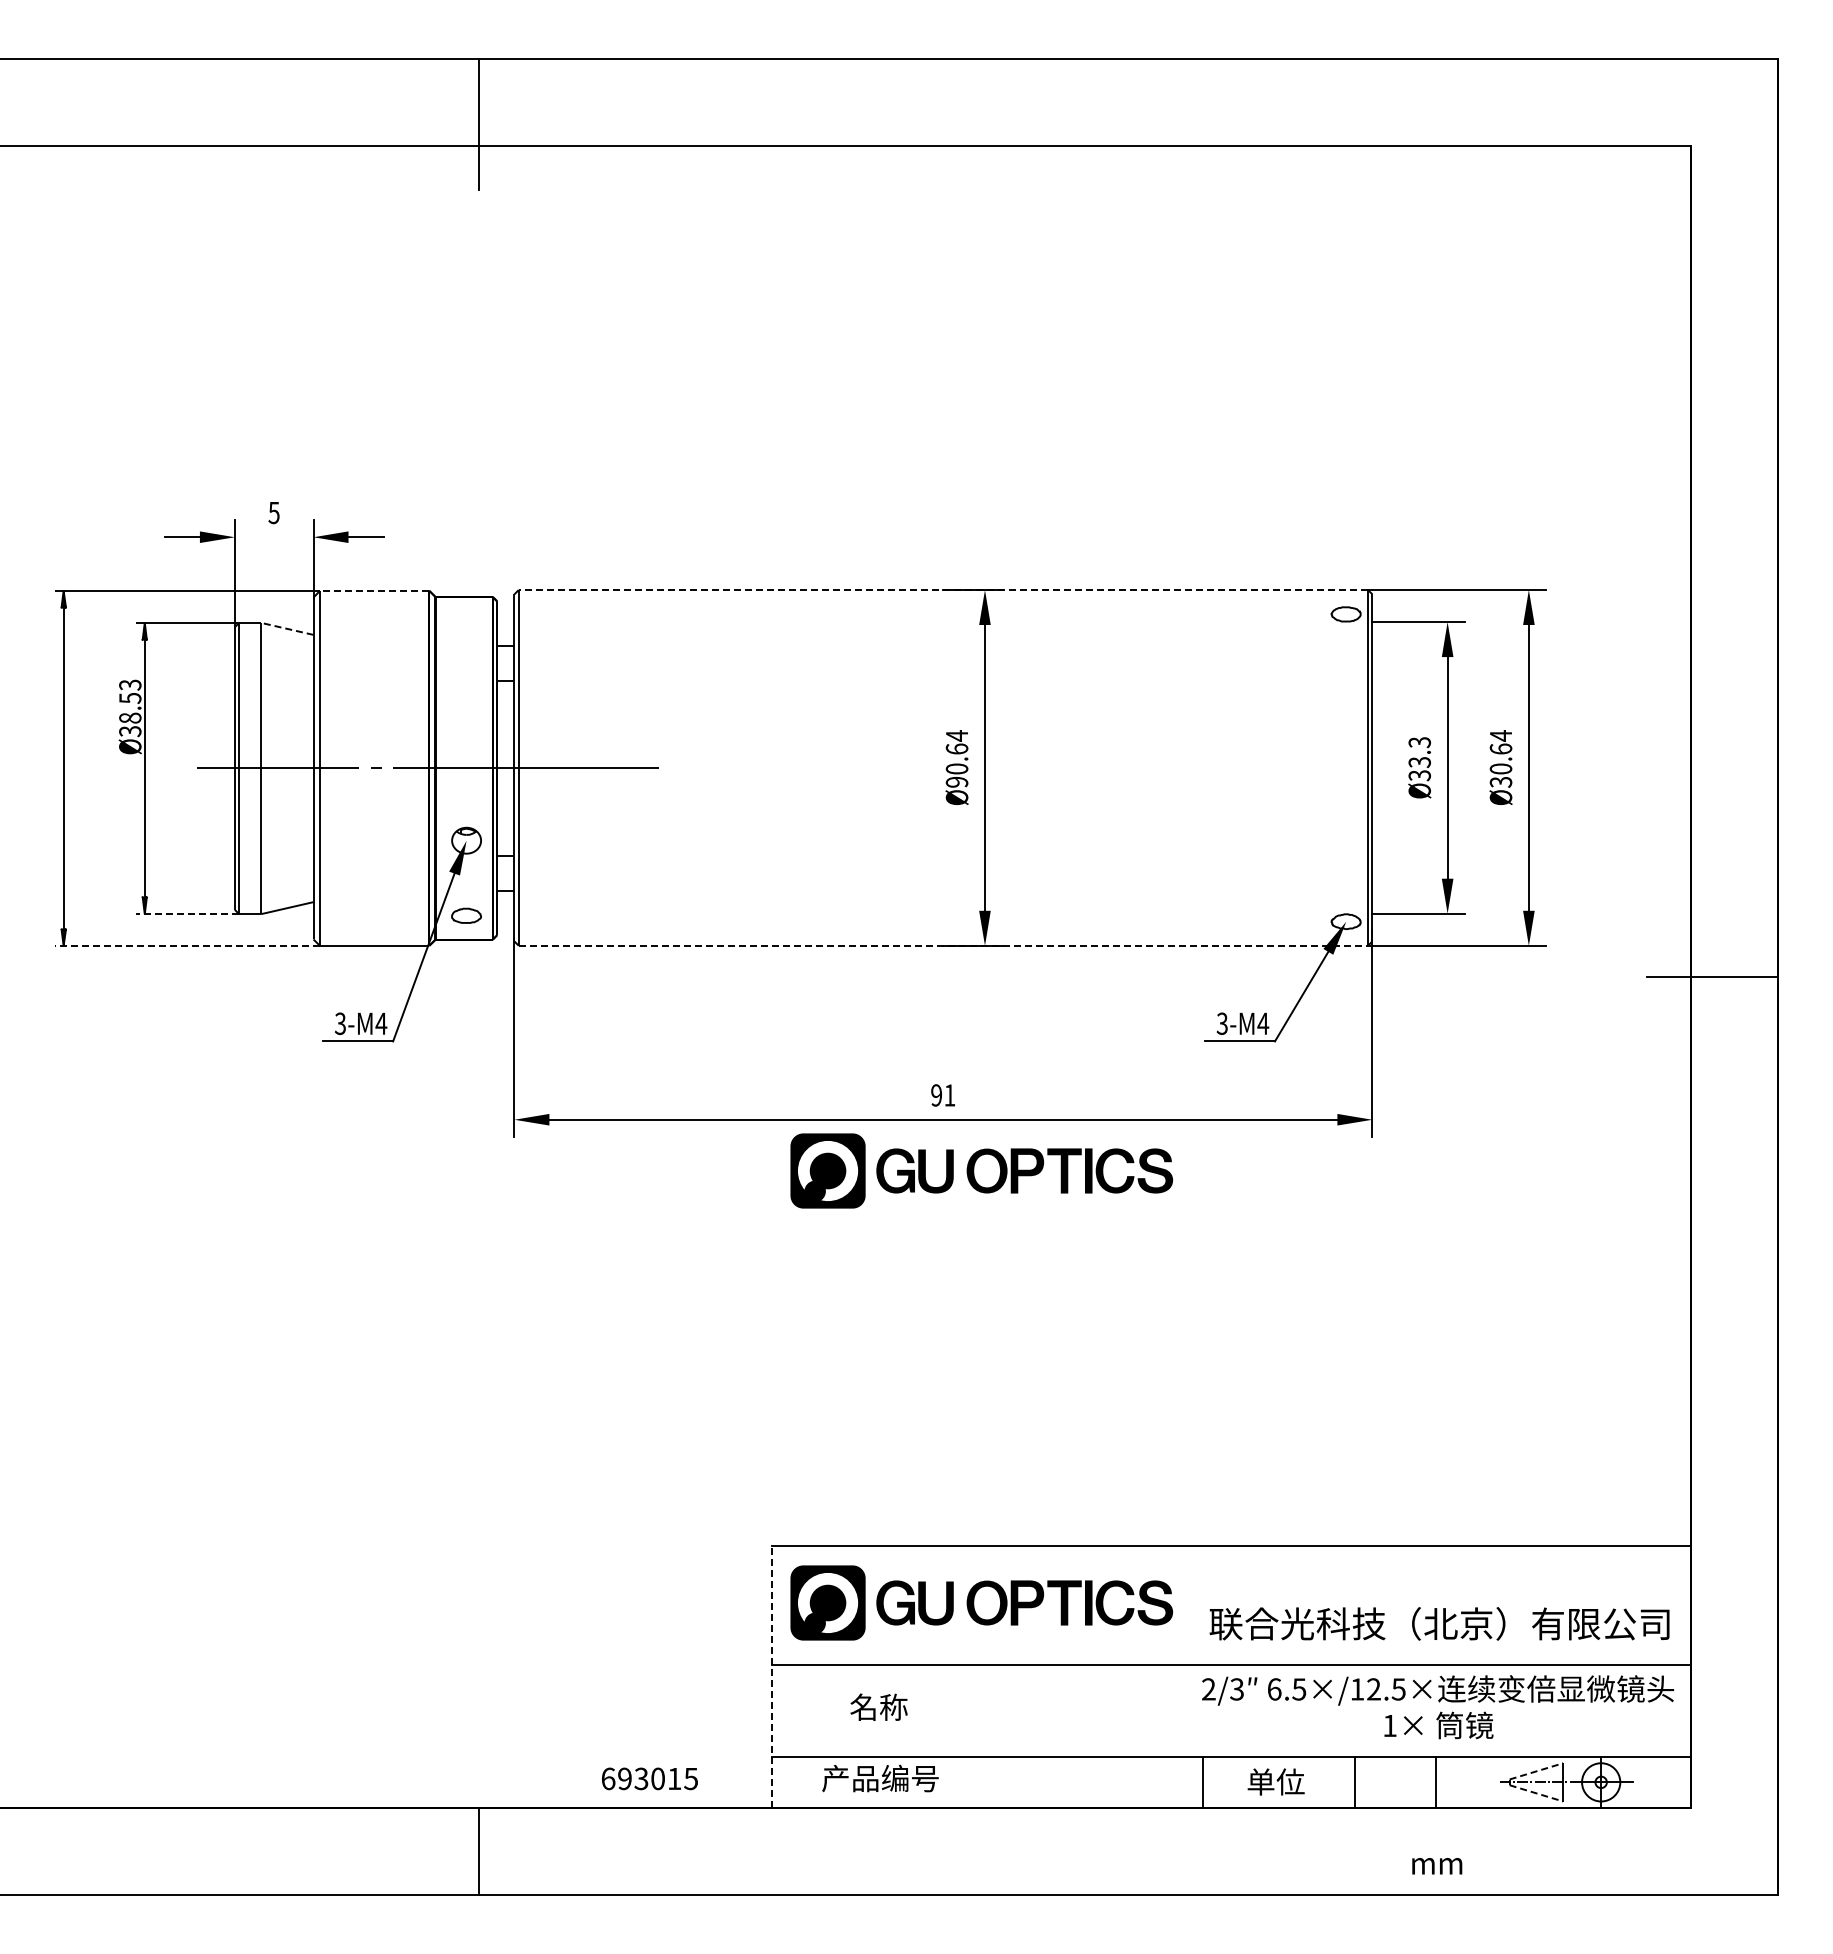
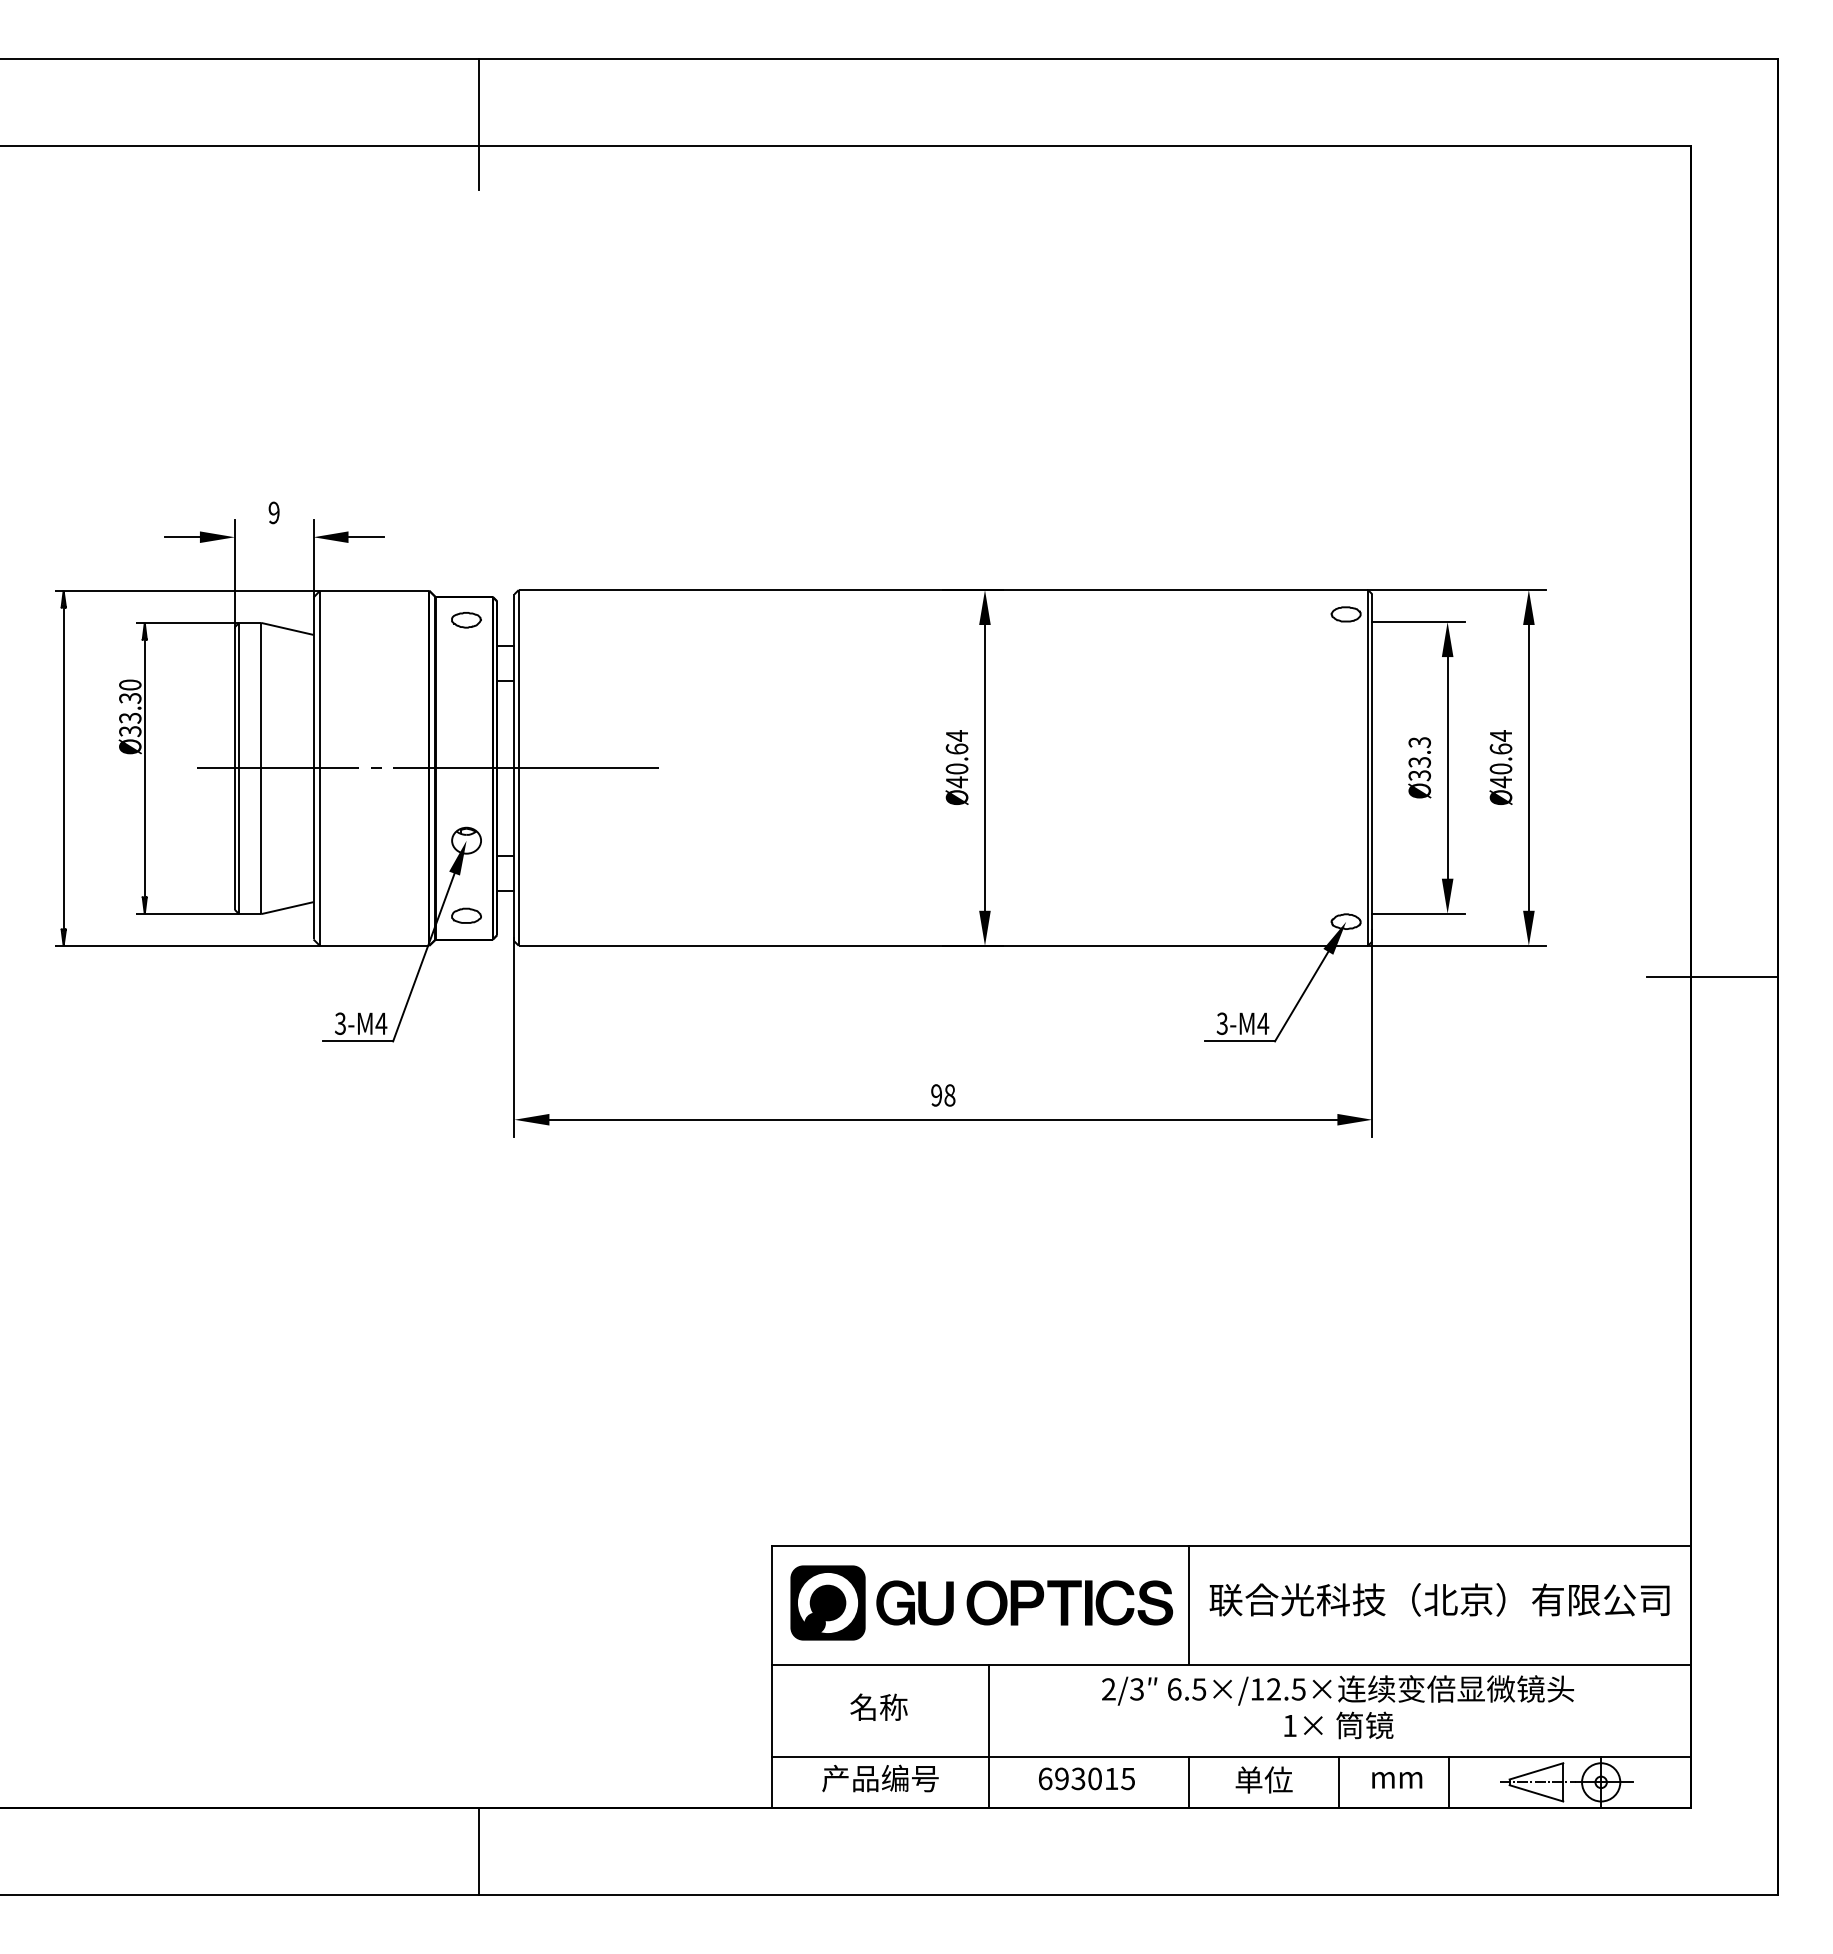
text at (273, 512): 5 -> 9
line at (374, 590): dashed -> solid
line at (943, 590): dashed -> solid
part at (466, 620): none -> present
line at (287, 628): dashed -> solid
text at (130, 701): Ø38.53 -> Ø33.30
text at (956, 782): Ø90.64 -> Ø40.64
text at (1500, 782): Ø30.64 -> Ø40.64
line at (187, 914): dashed -> solid
line at (187, 945): dashed -> solid
line at (943, 945): dashed -> solid
text at (949, 1095): 91 -> 98
part at (981, 1170): present -> none
line at (1189, 1604): none -> present
text at (1439, 1623) position: (1439, 1623) -> (1439, 1599)
line at (772, 1676): dashed -> solid
text at (1437, 1707) position: (1437, 1707) -> (1337, 1707)
line at (988, 1736): none -> present
line at (1536, 1771): dashed -> solid
text at (649, 1778) position: (649, 1778) -> (1086, 1778)
line at (1203, 1781) position: (1203, 1781) -> (1189, 1781)
text at (1275, 1781) position: (1275, 1781) -> (1263, 1779)
line at (1354, 1781) position: (1354, 1781) -> (1338, 1781)
line at (1435, 1781) position: (1435, 1781) -> (1448, 1781)
line at (1536, 1793): dashed -> solid
text at (1437, 1866) position: (1437, 1866) -> (1397, 1780)
